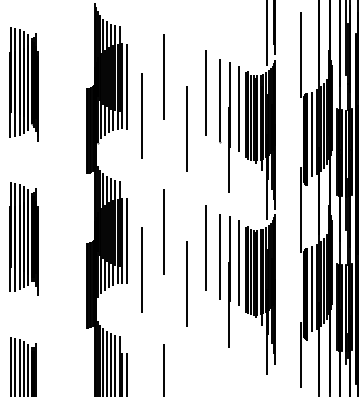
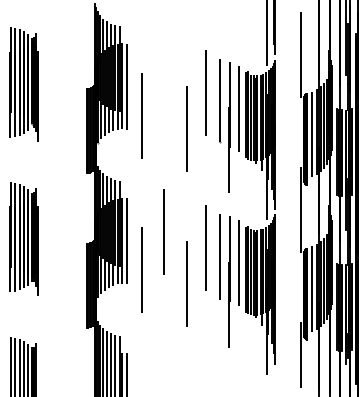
line at (164, 77): present -> none
line at (164, 368): present -> none
